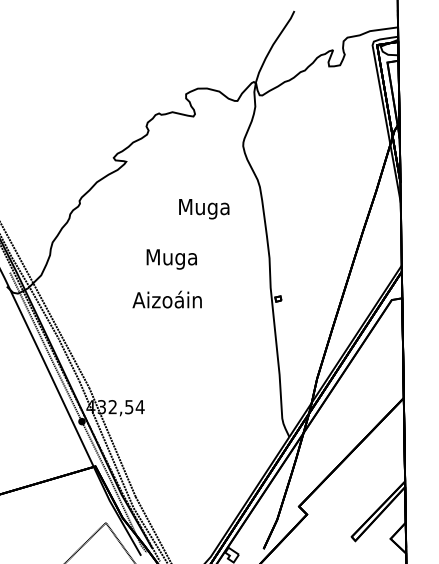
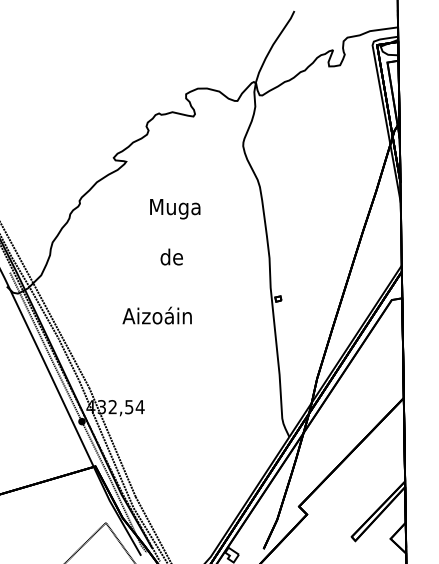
text at (204, 209) position: (204, 209) -> (175, 209)
text at (171, 258): Muga -> de
text at (166, 299) position: (166, 299) -> (156, 315)
